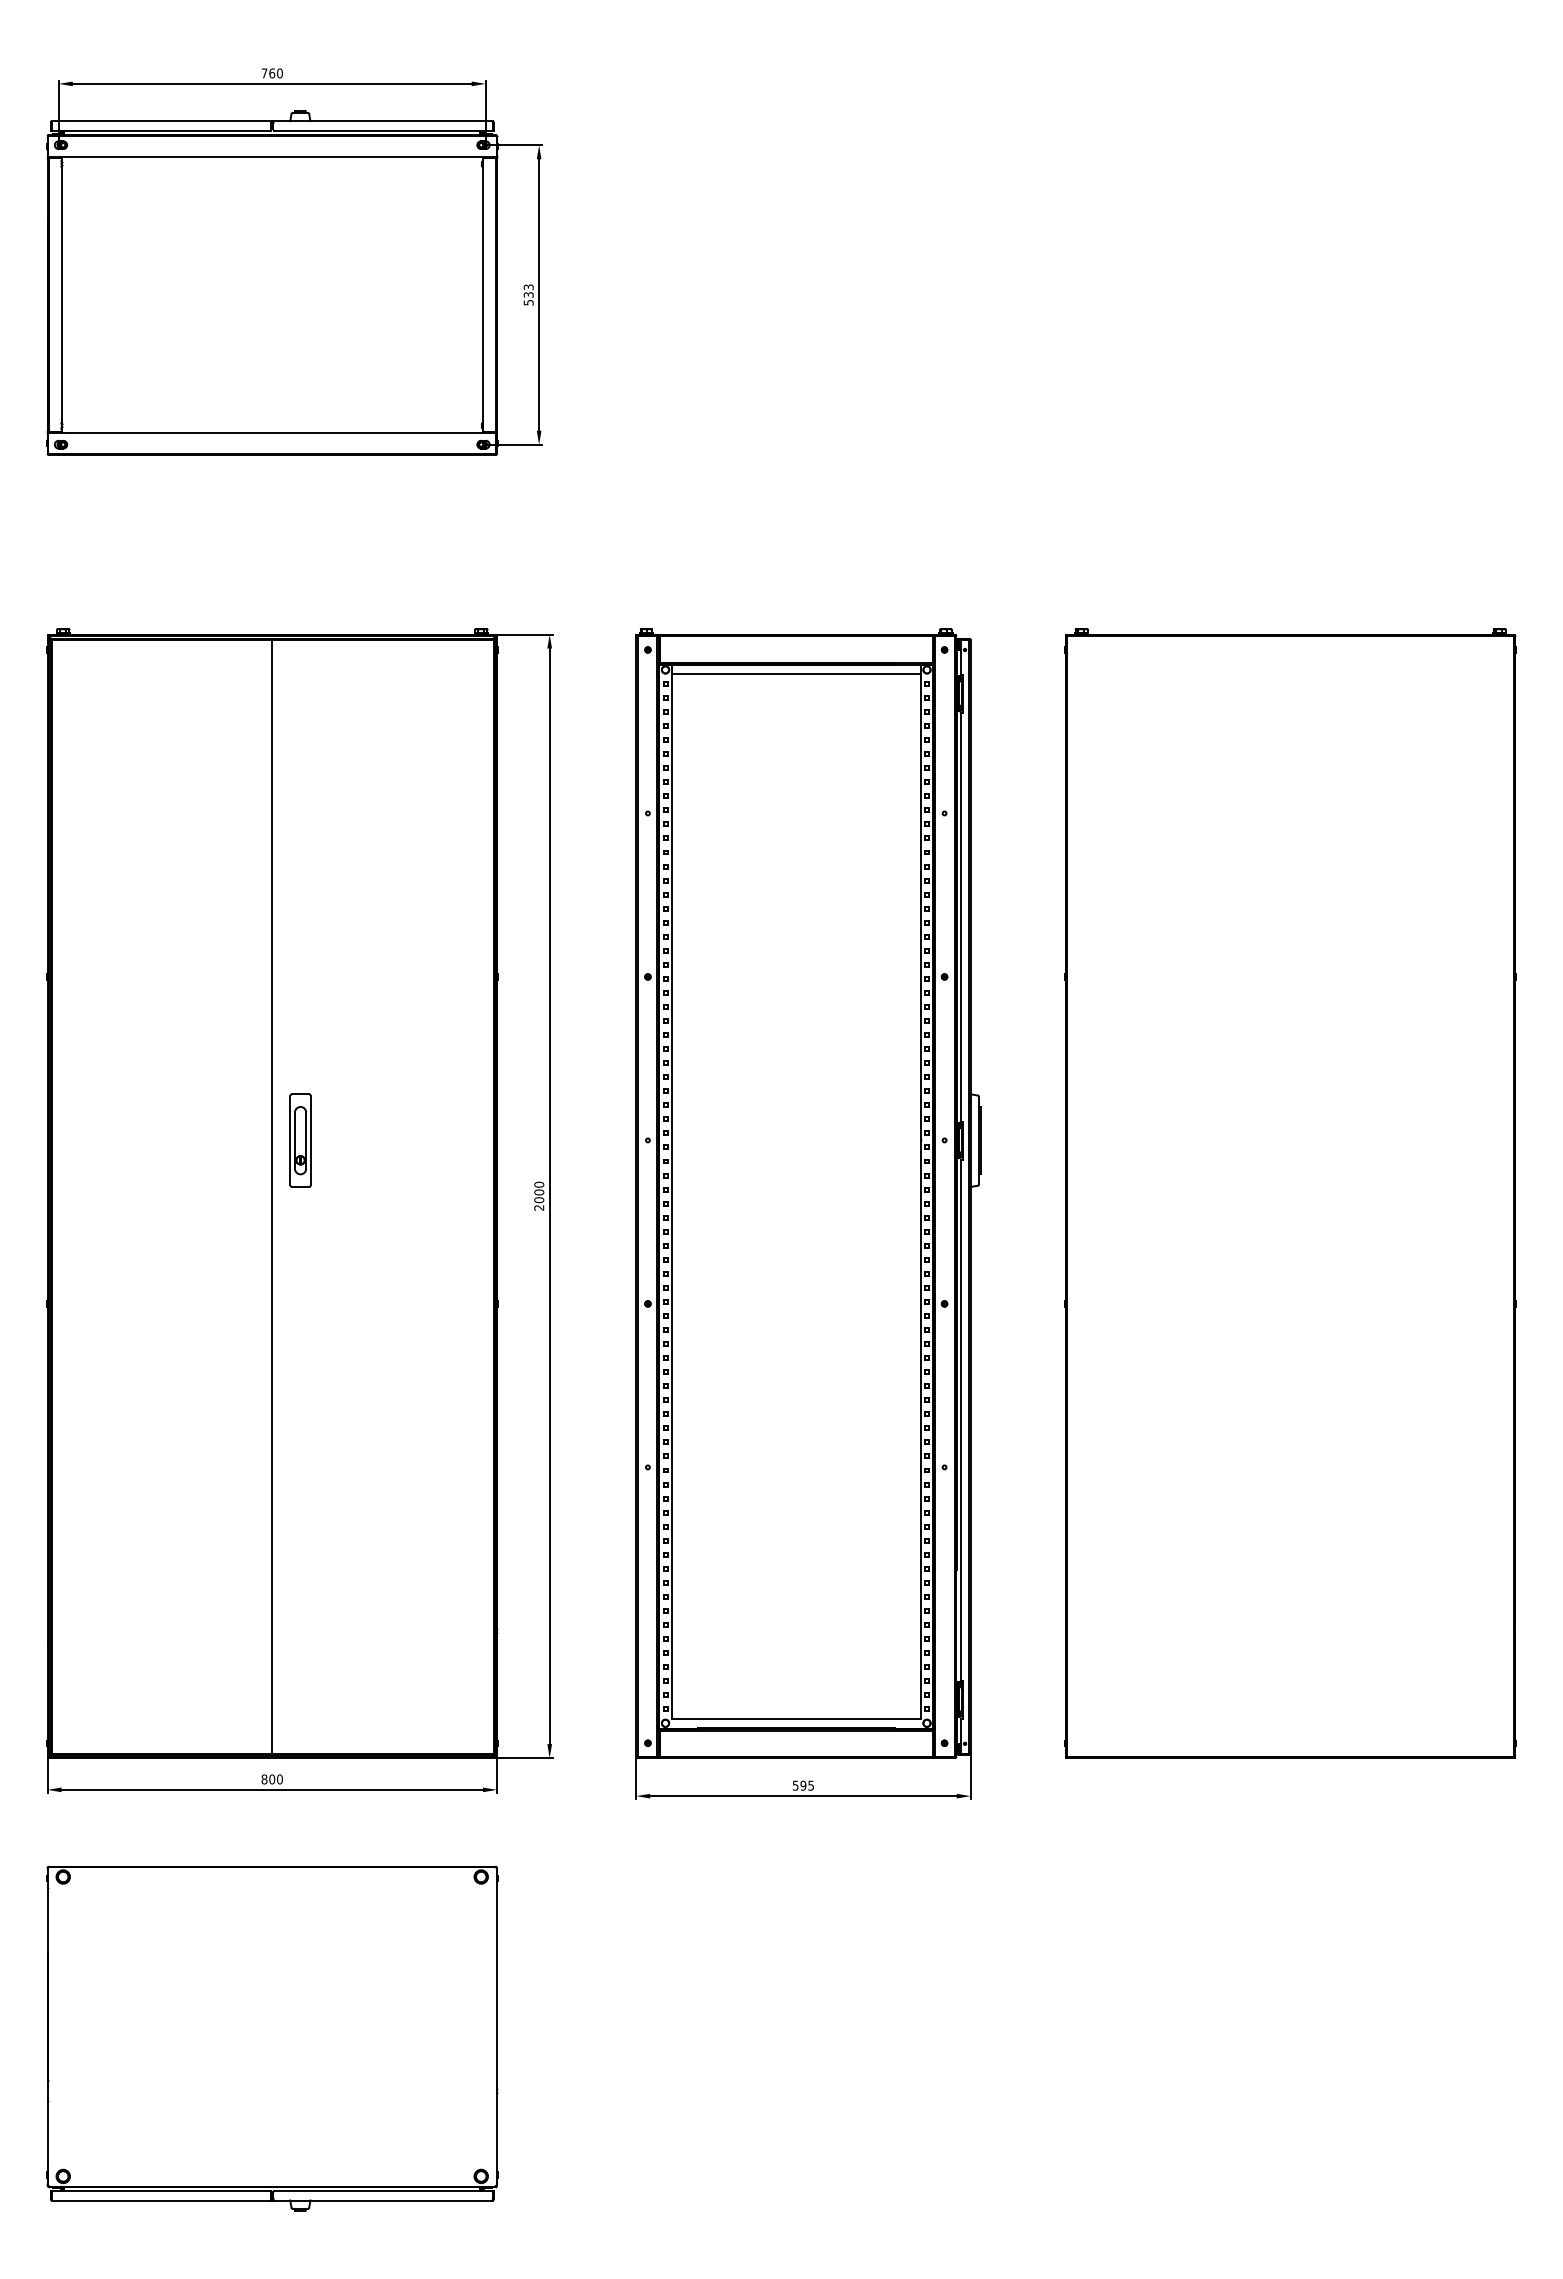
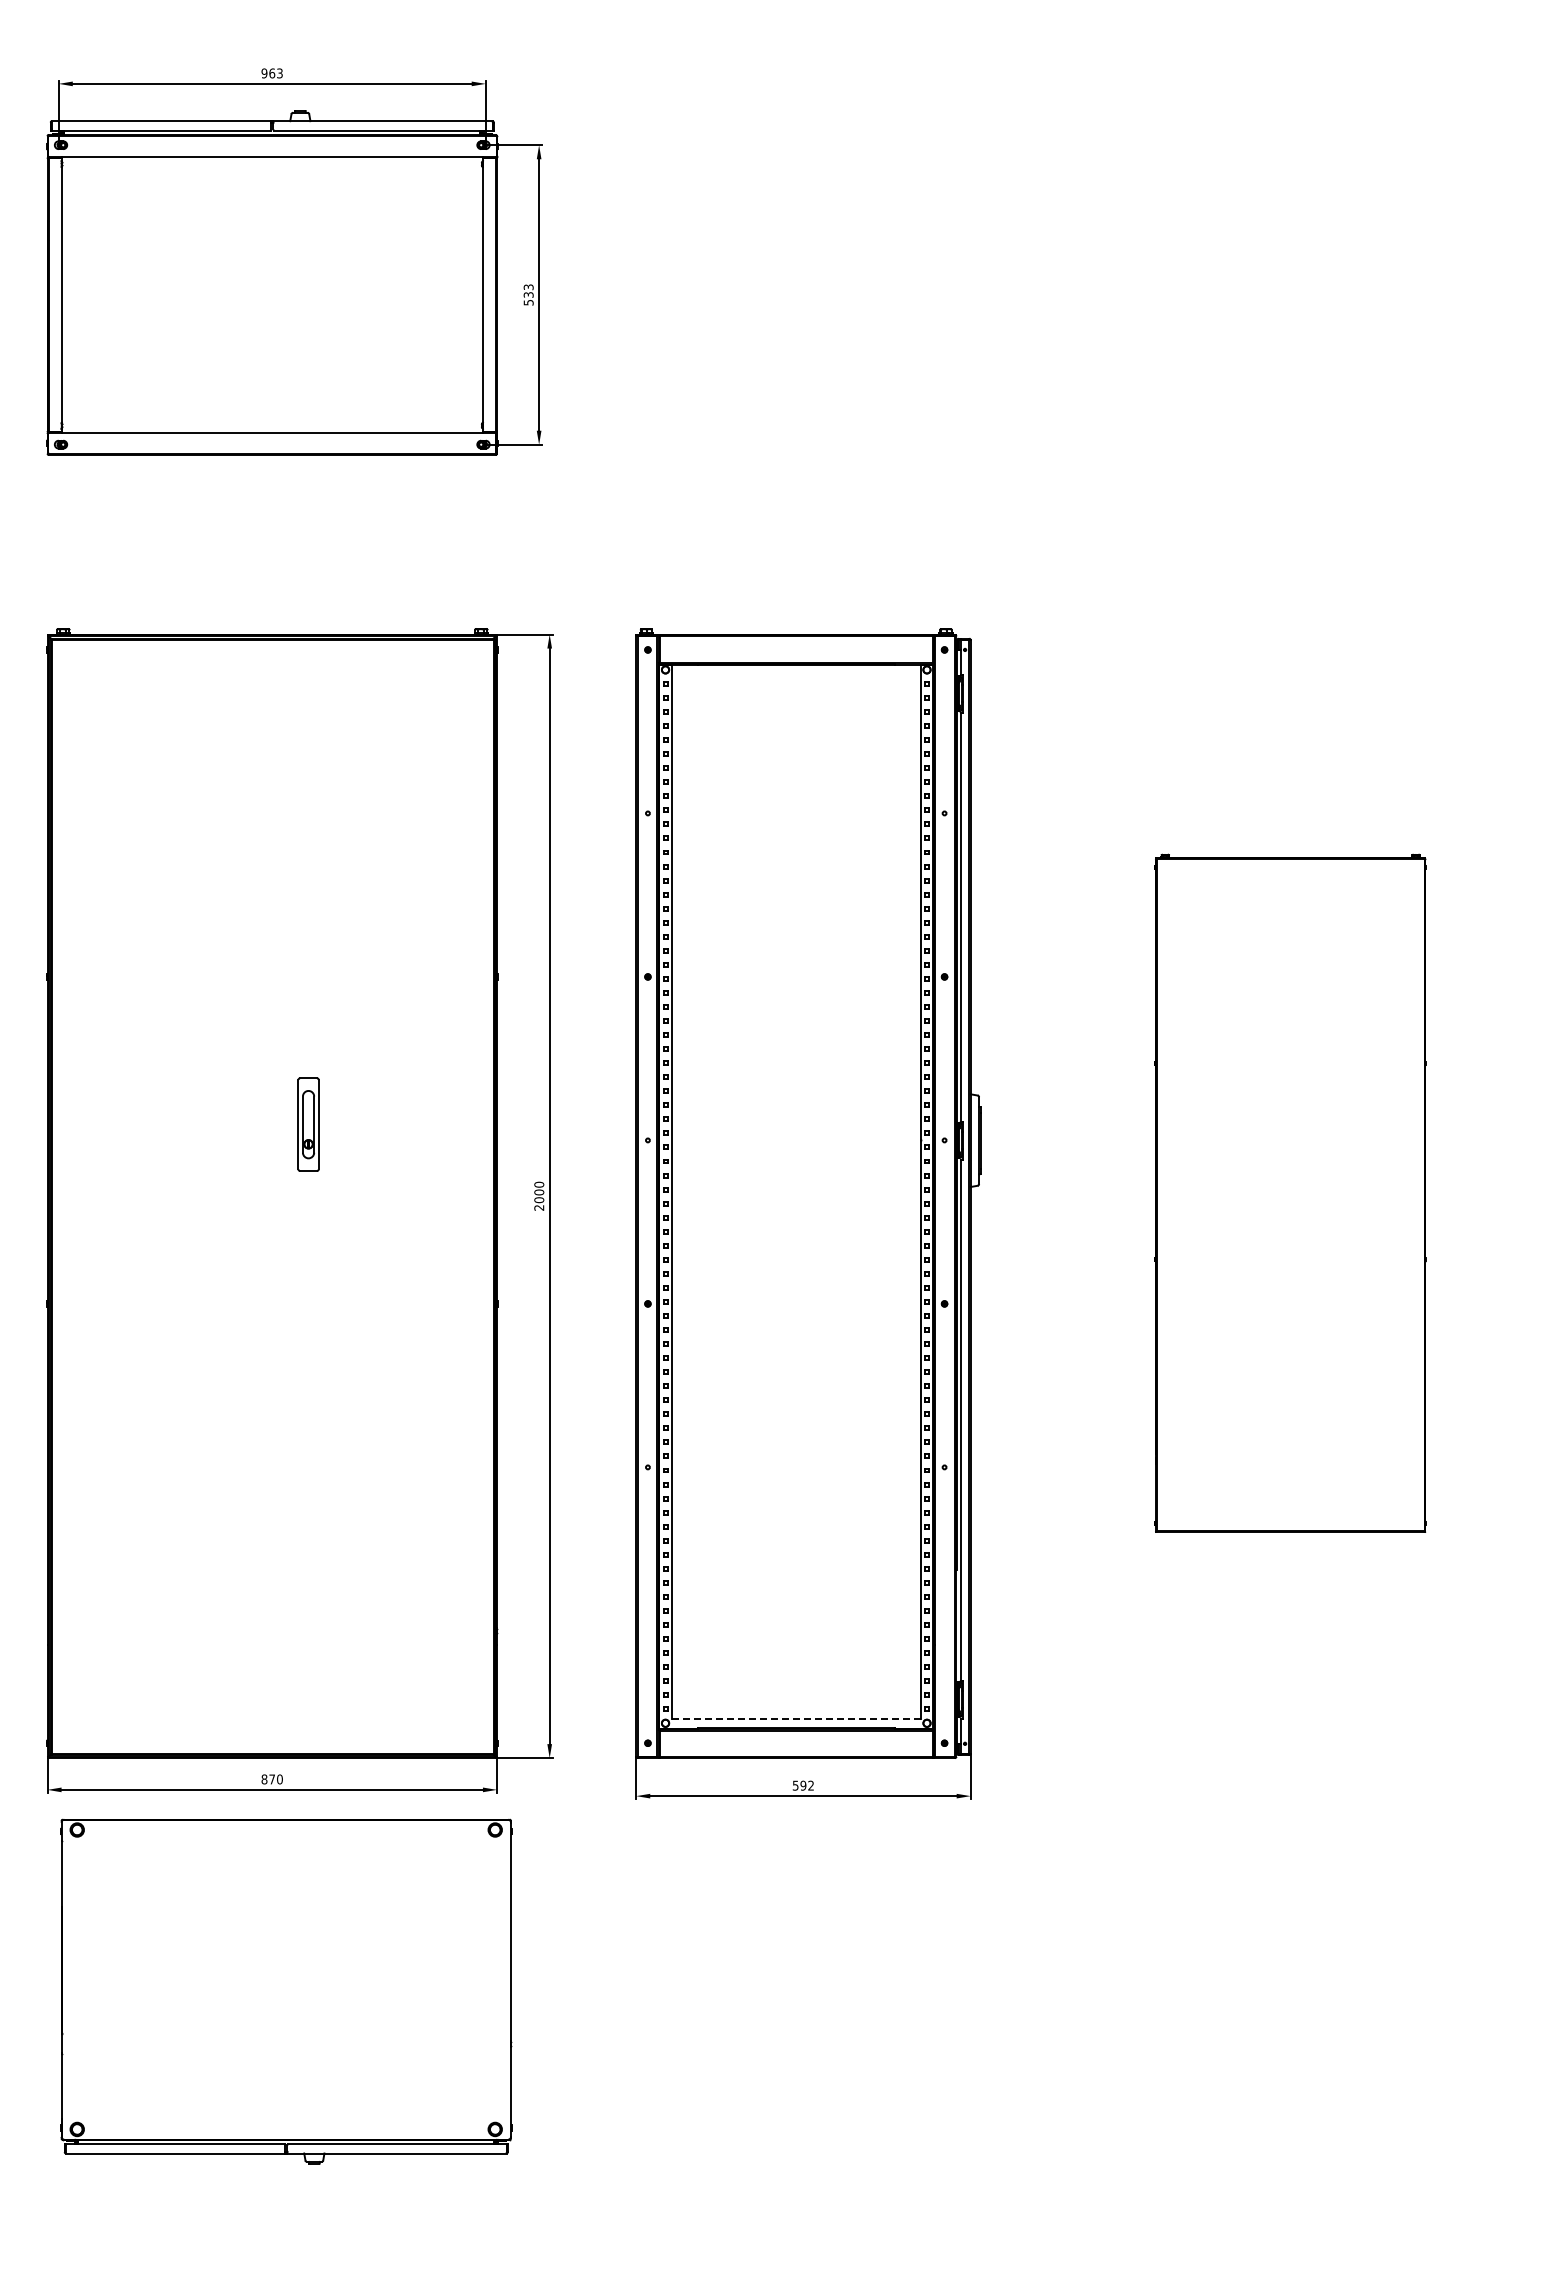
text at (271, 73): 760 -> 963
line at (795, 674): present -> none
part at (300, 1140) position: (300, 1140) -> (308, 1124)
part at (1290, 1193) size: 453x1131 px -> 273x680 px
line at (271, 1196): present -> none
line at (795, 1718): solid -> dashed
text at (272, 1779): 800 -> 870
text at (810, 1785): 595 -> 592
part at (272, 2038) position: (272, 2038) -> (286, 1991)
